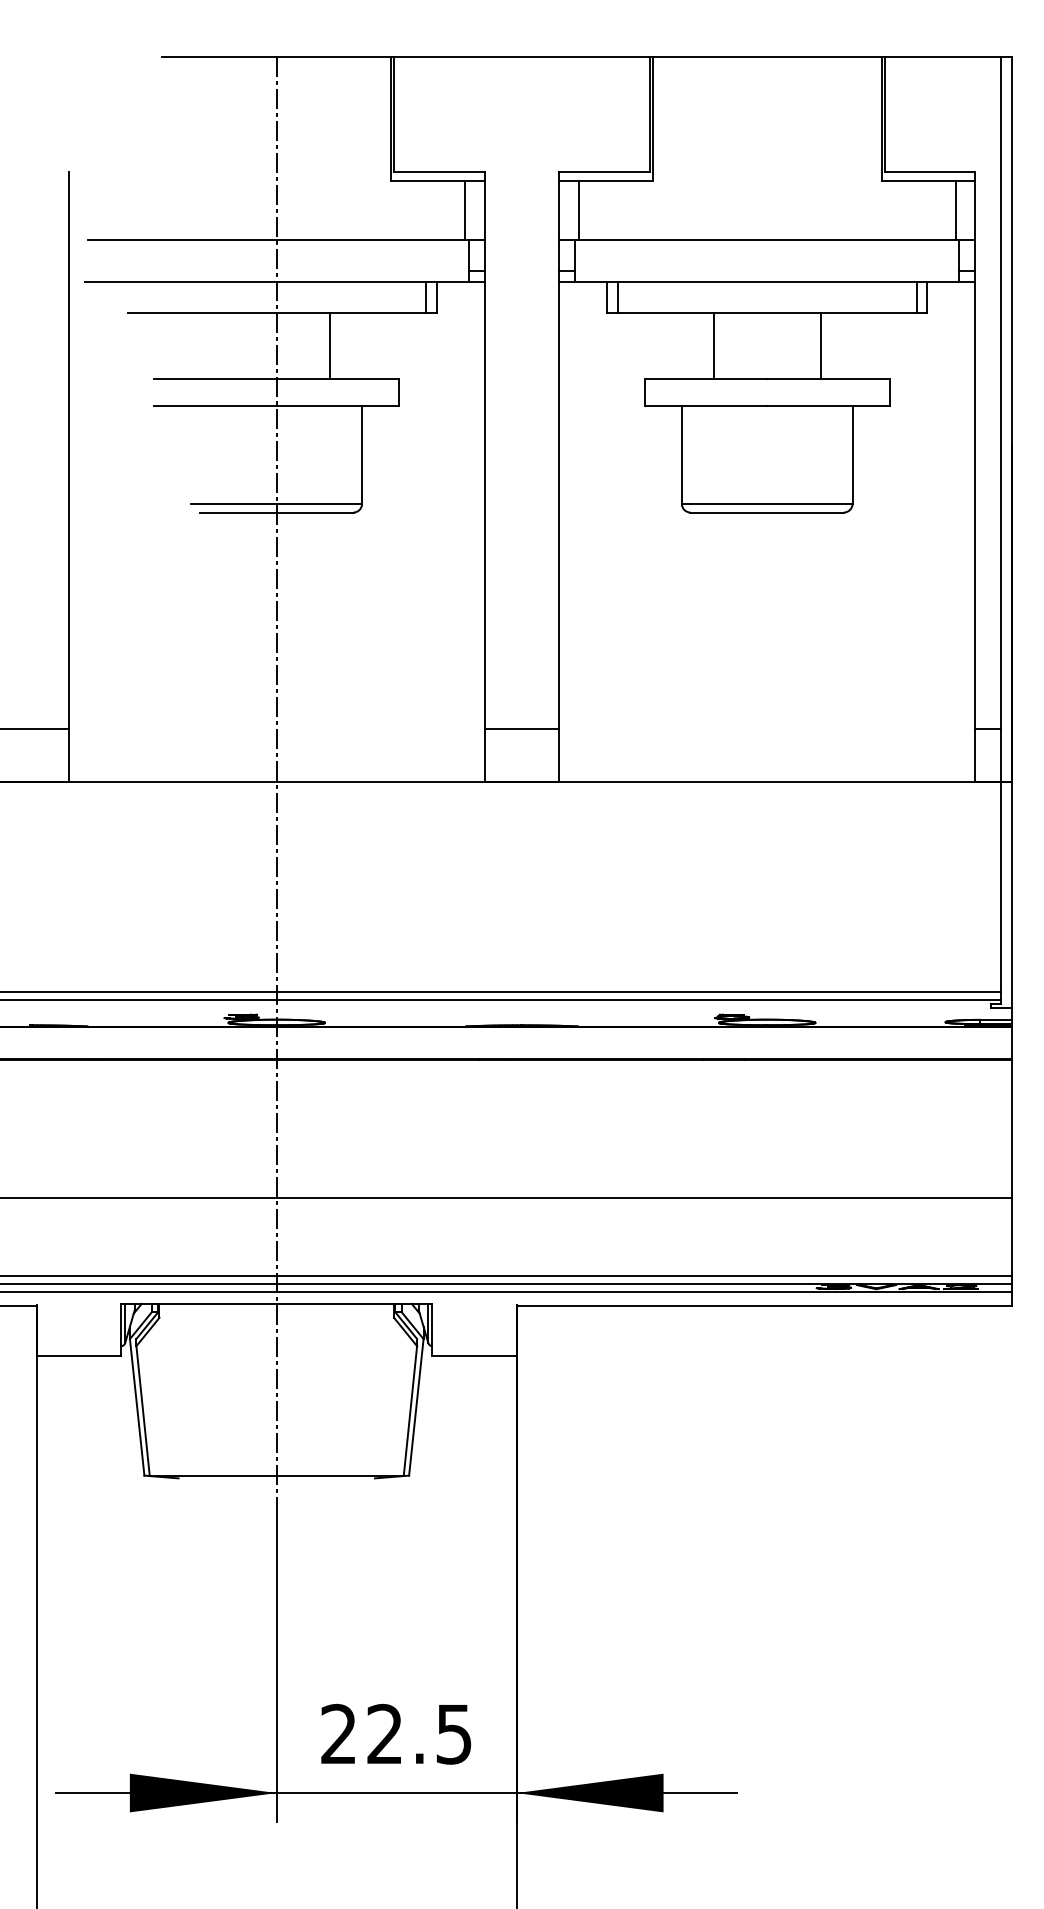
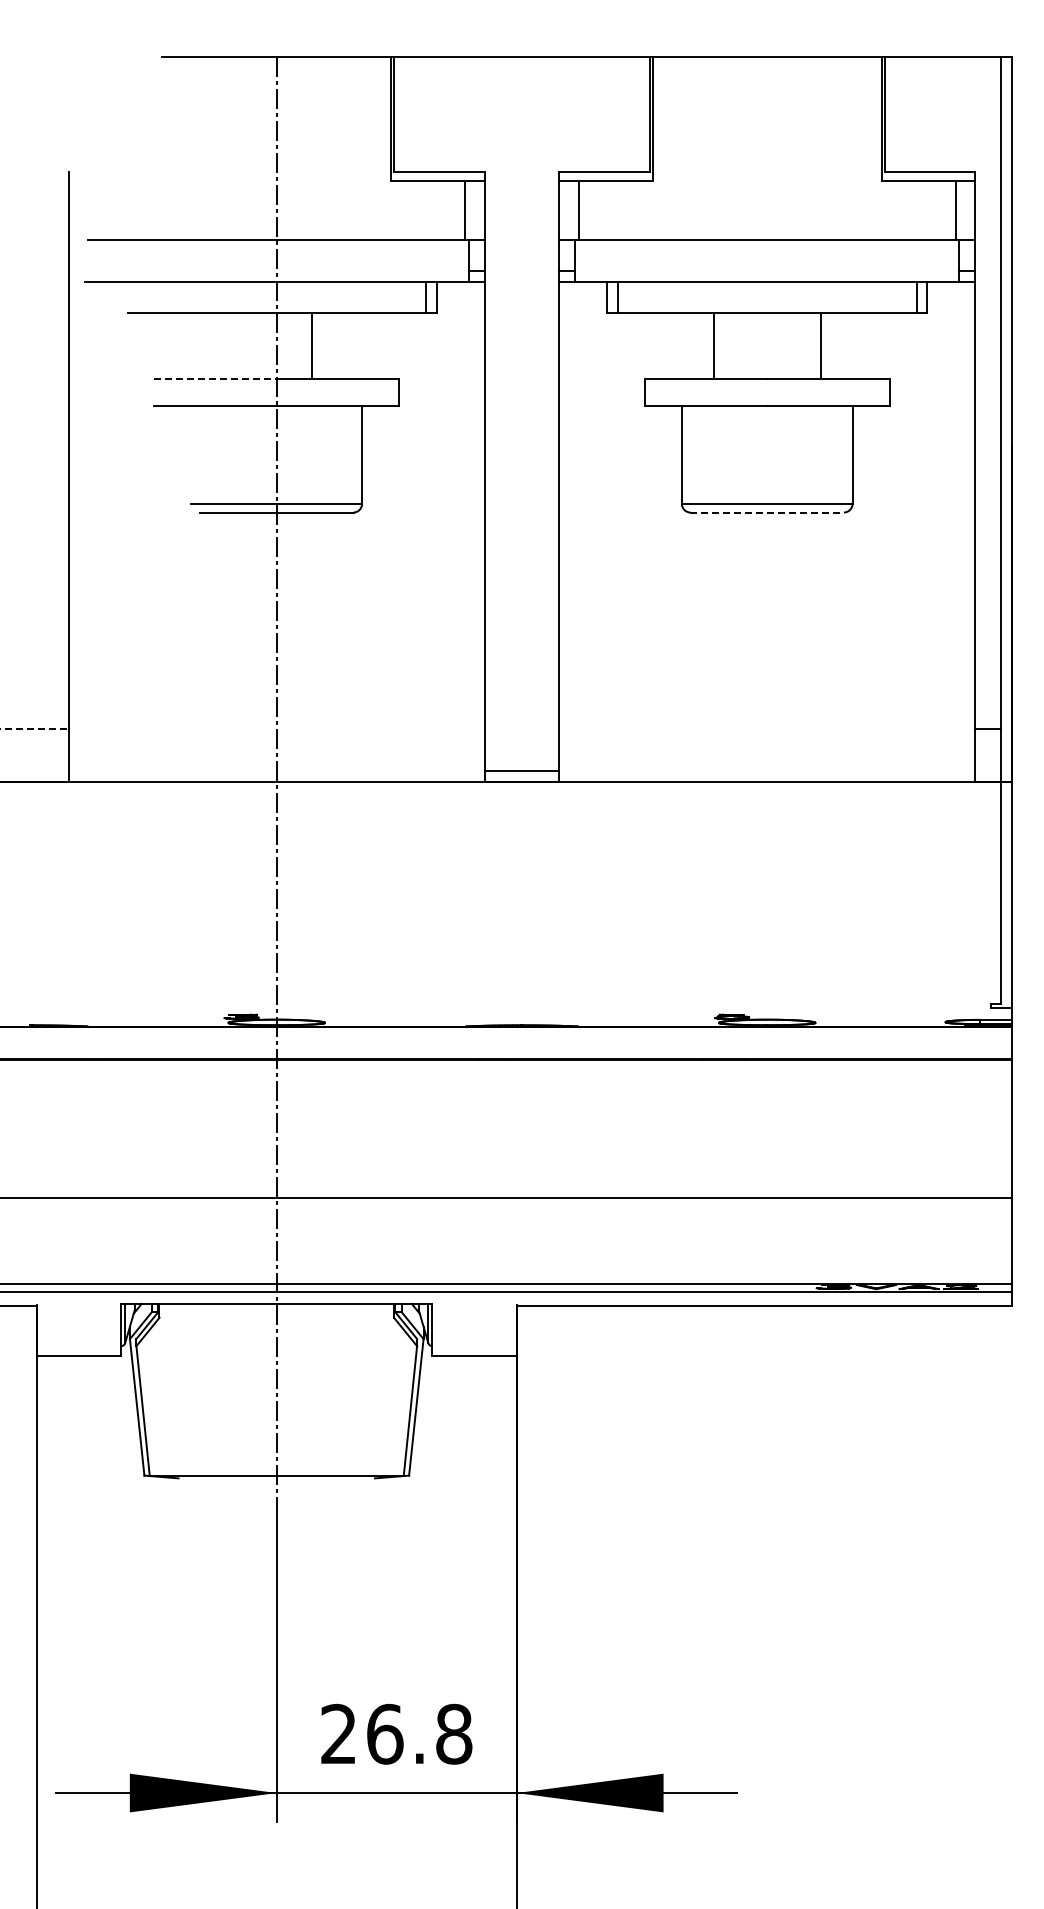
line at (330, 346) position: (330, 346) -> (312, 346)
line at (215, 379): solid -> dashed
line at (767, 512): solid -> dashed
line at (35, 728): solid -> dashed
line at (521, 728) position: (521, 728) -> (521, 770)
line at (501, 991): present -> none
line at (501, 1000): present -> none
line at (507, 1275): present -> none
text at (419, 1733): 22.5 -> 26.8
